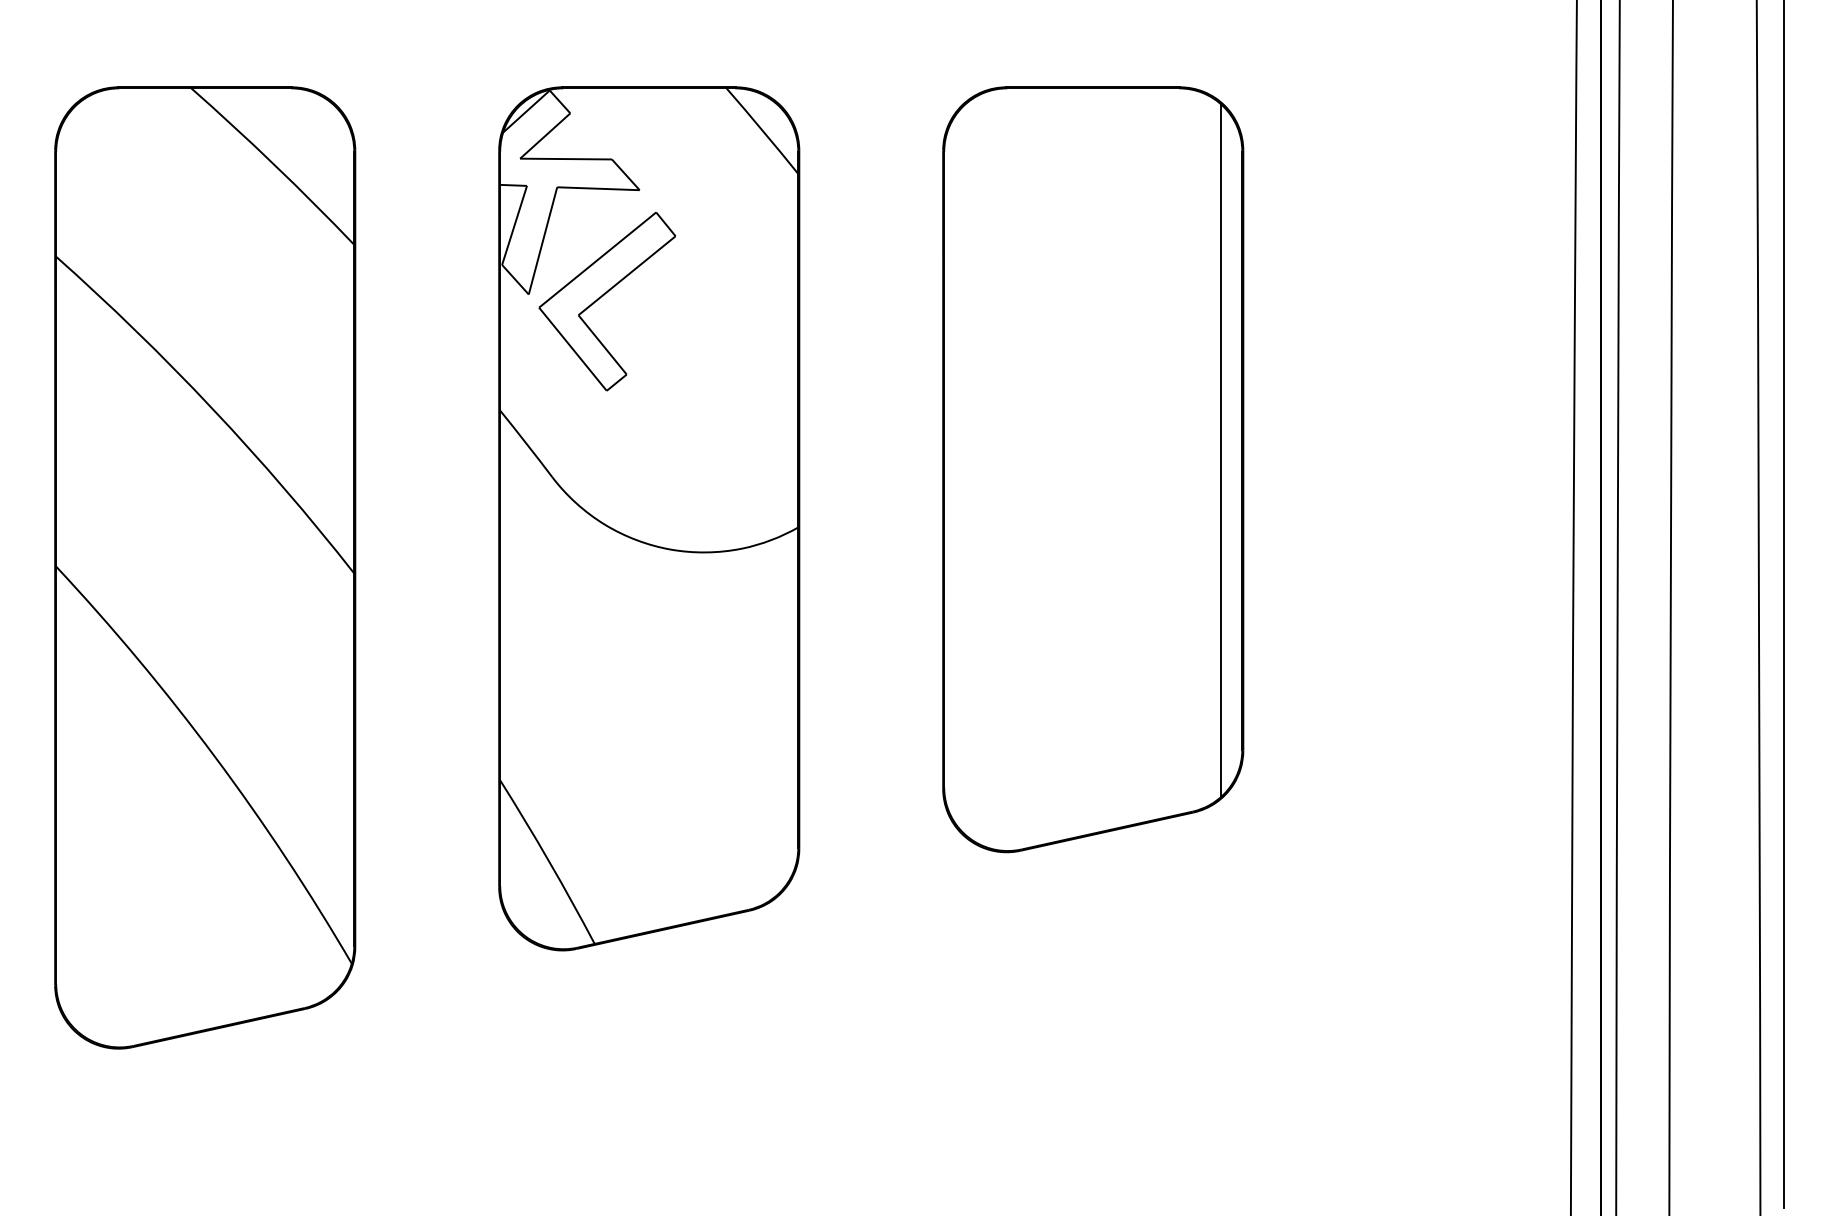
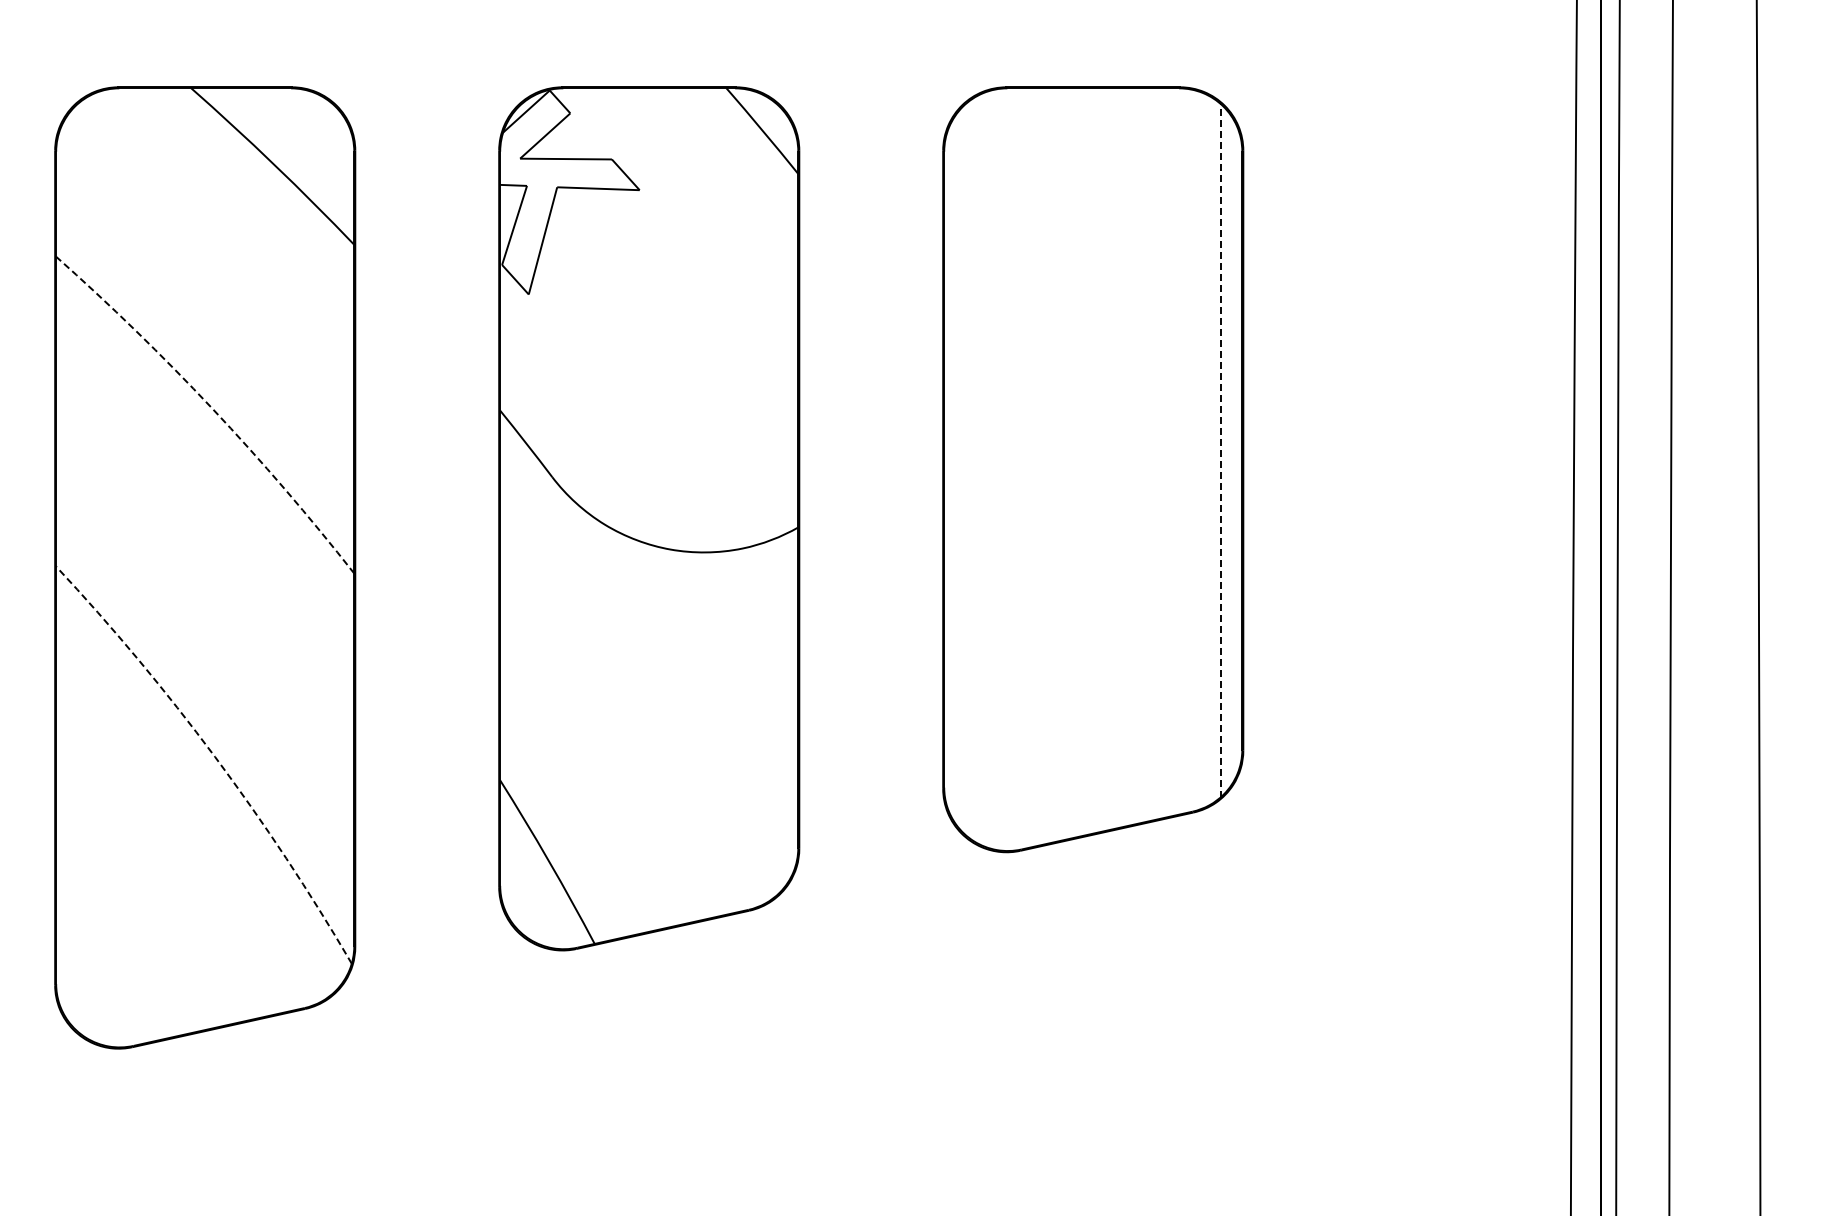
part at (603, 296): present -> none
arc at (212, 408): solid -> dashed
line at (1220, 450): solid -> dashed
line at (1783, 605): present -> none
arc at (215, 756): solid -> dashed
